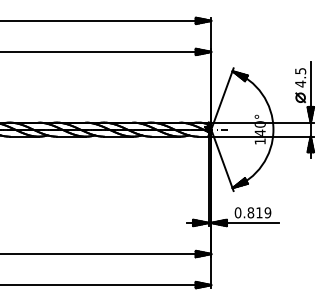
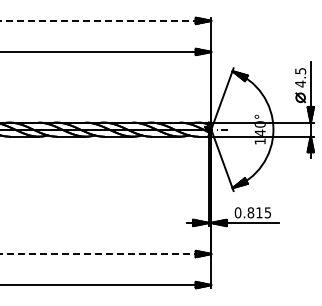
line at (106, 20): solid -> dashed
text at (267, 212): 0.819 -> 0.815
line at (106, 254): solid -> dashed
